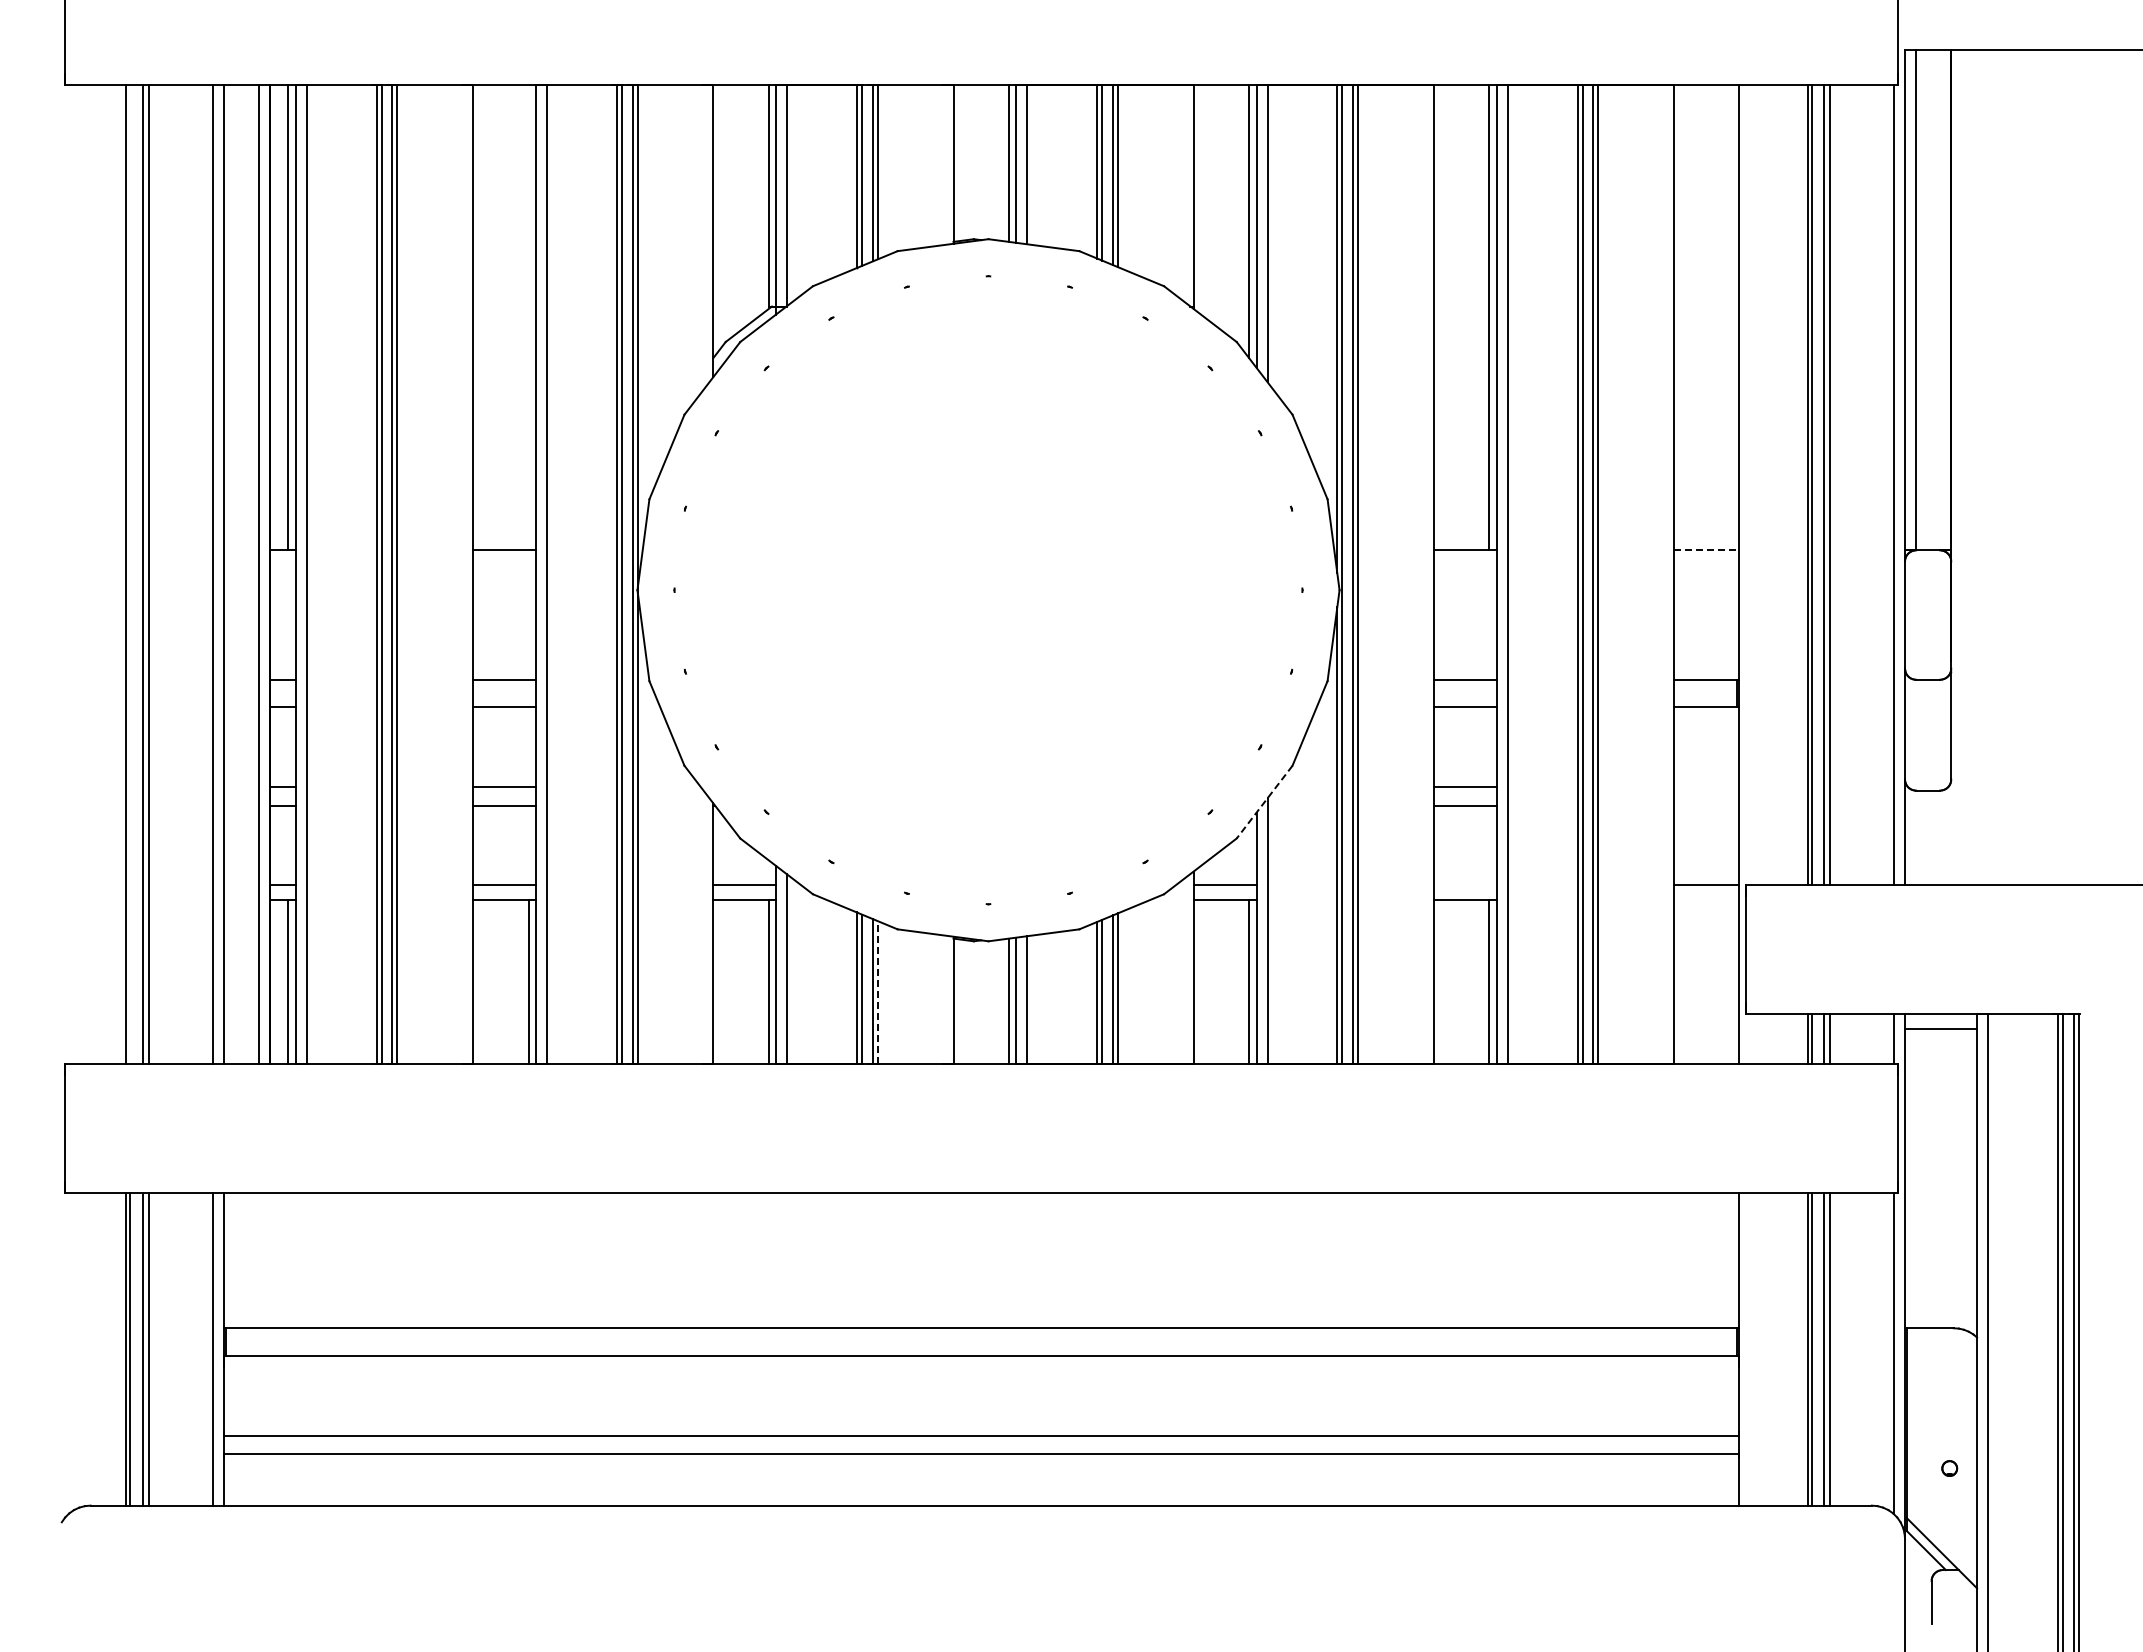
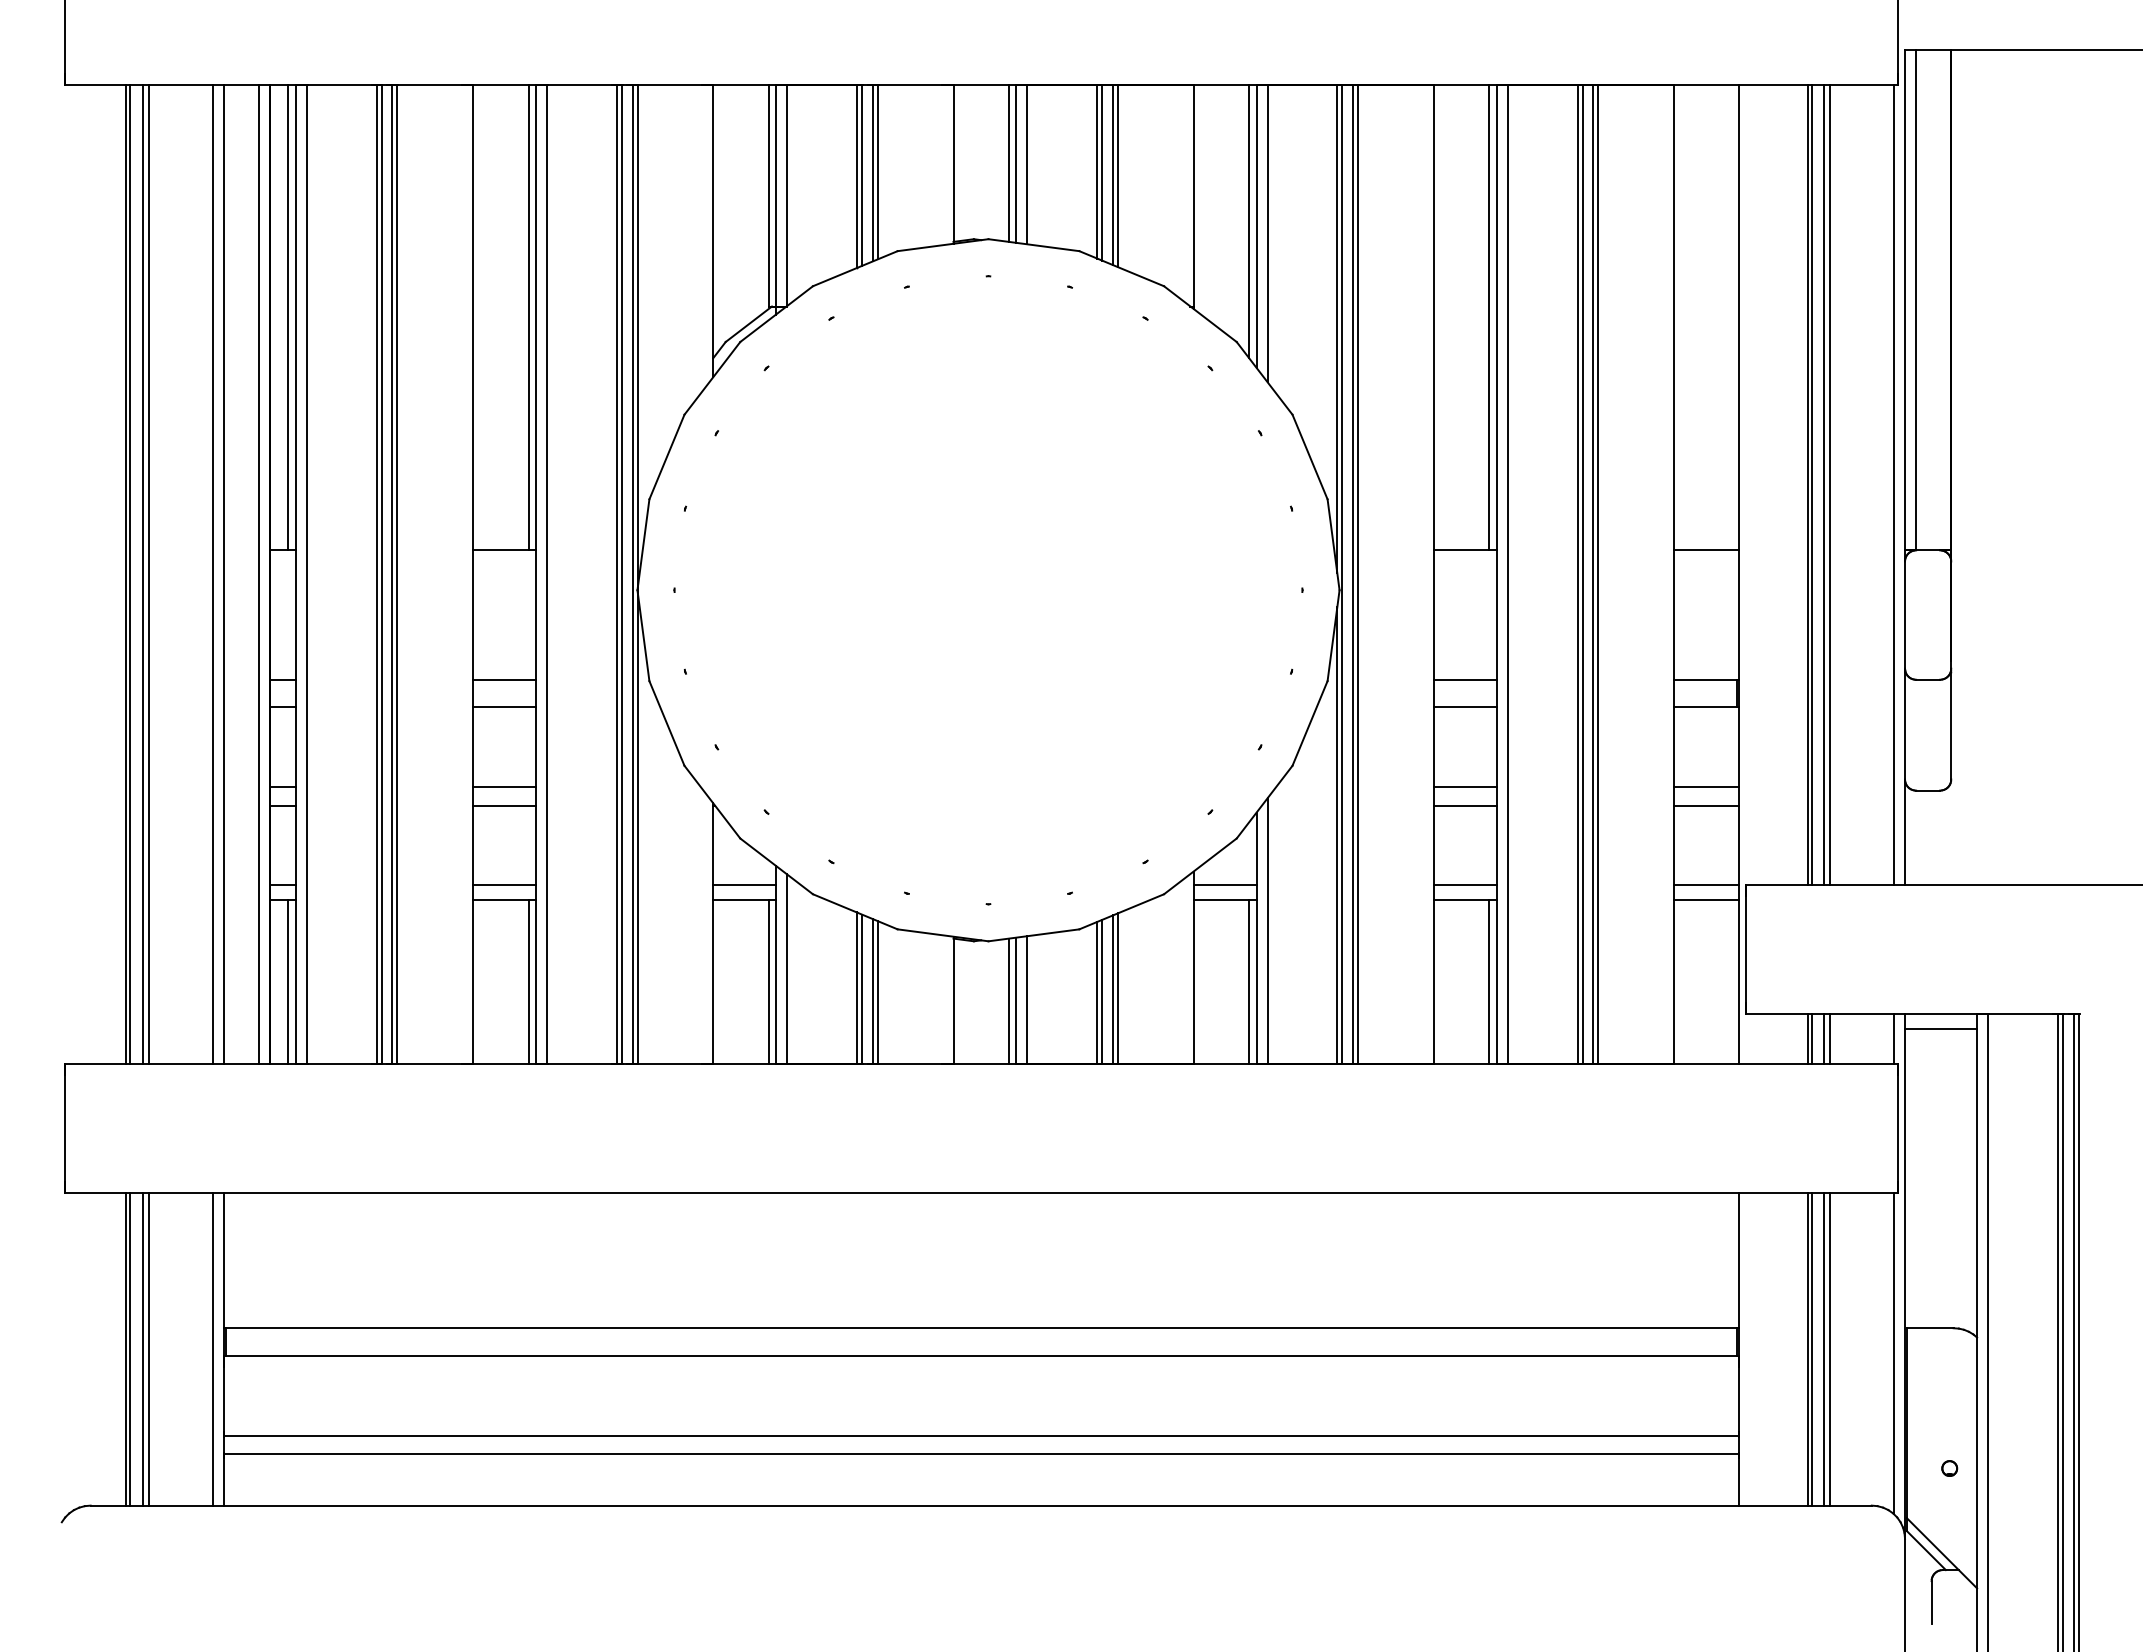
line at (528, 317): none -> present
line at (1706, 550): dashed -> solid
line at (130, 574): none -> present
line at (1706, 787): none -> present
line at (1264, 802): dashed -> solid
line at (1706, 805): none -> present
line at (1464, 884): none -> present
line at (1706, 899): none -> present
line at (877, 992): dashed -> solid
